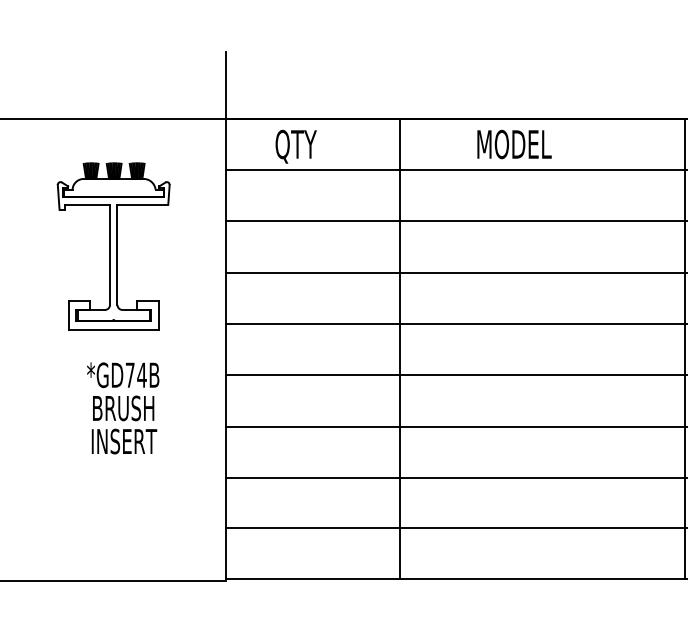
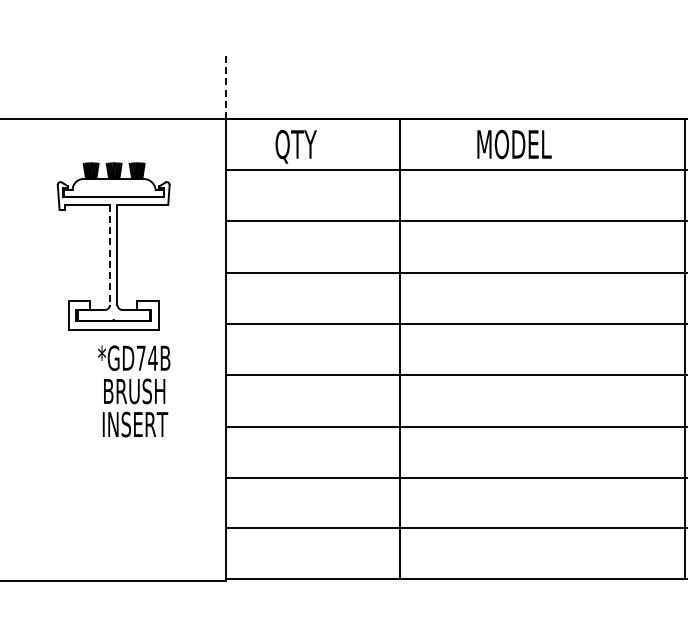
line at (226, 85): solid -> dashed
line at (110, 255): solid -> dashed
text at (123, 408) position: (123, 408) -> (134, 391)
